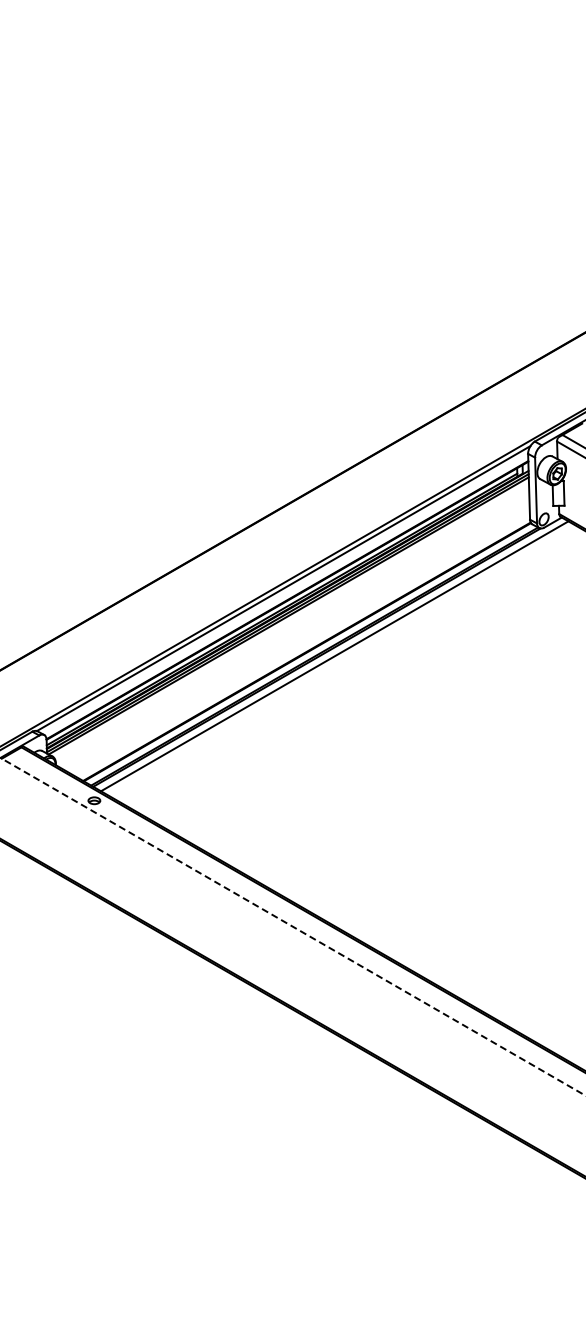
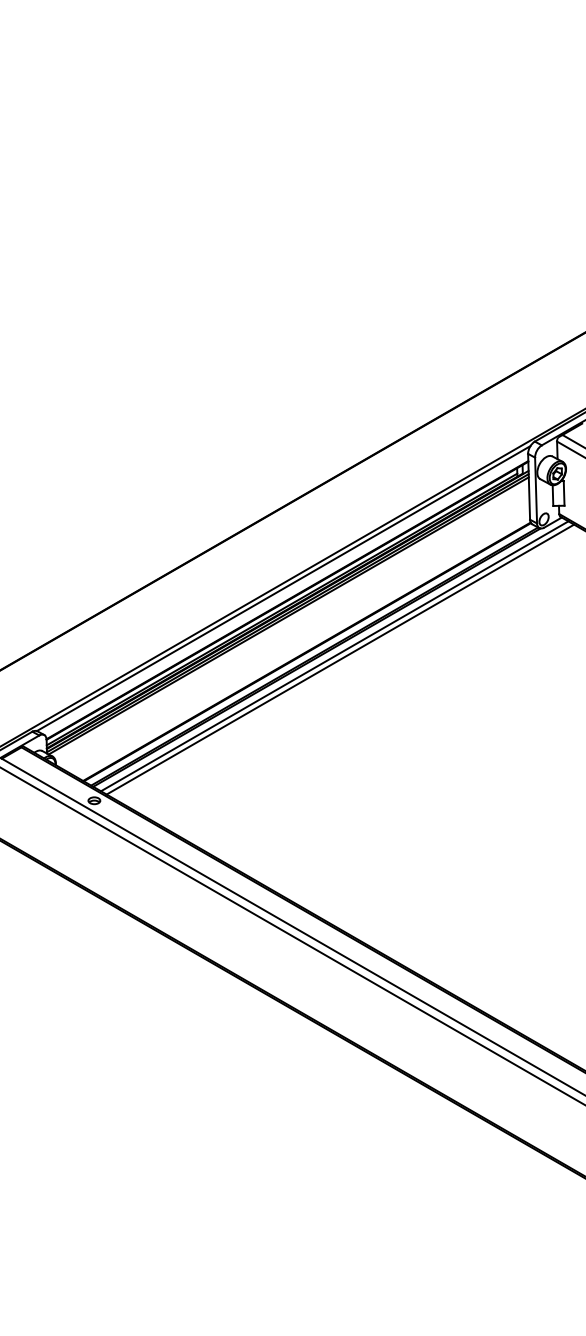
line at (340, 659): none -> present
line at (293, 927): dashed -> solid
line at (292, 935): none -> present
